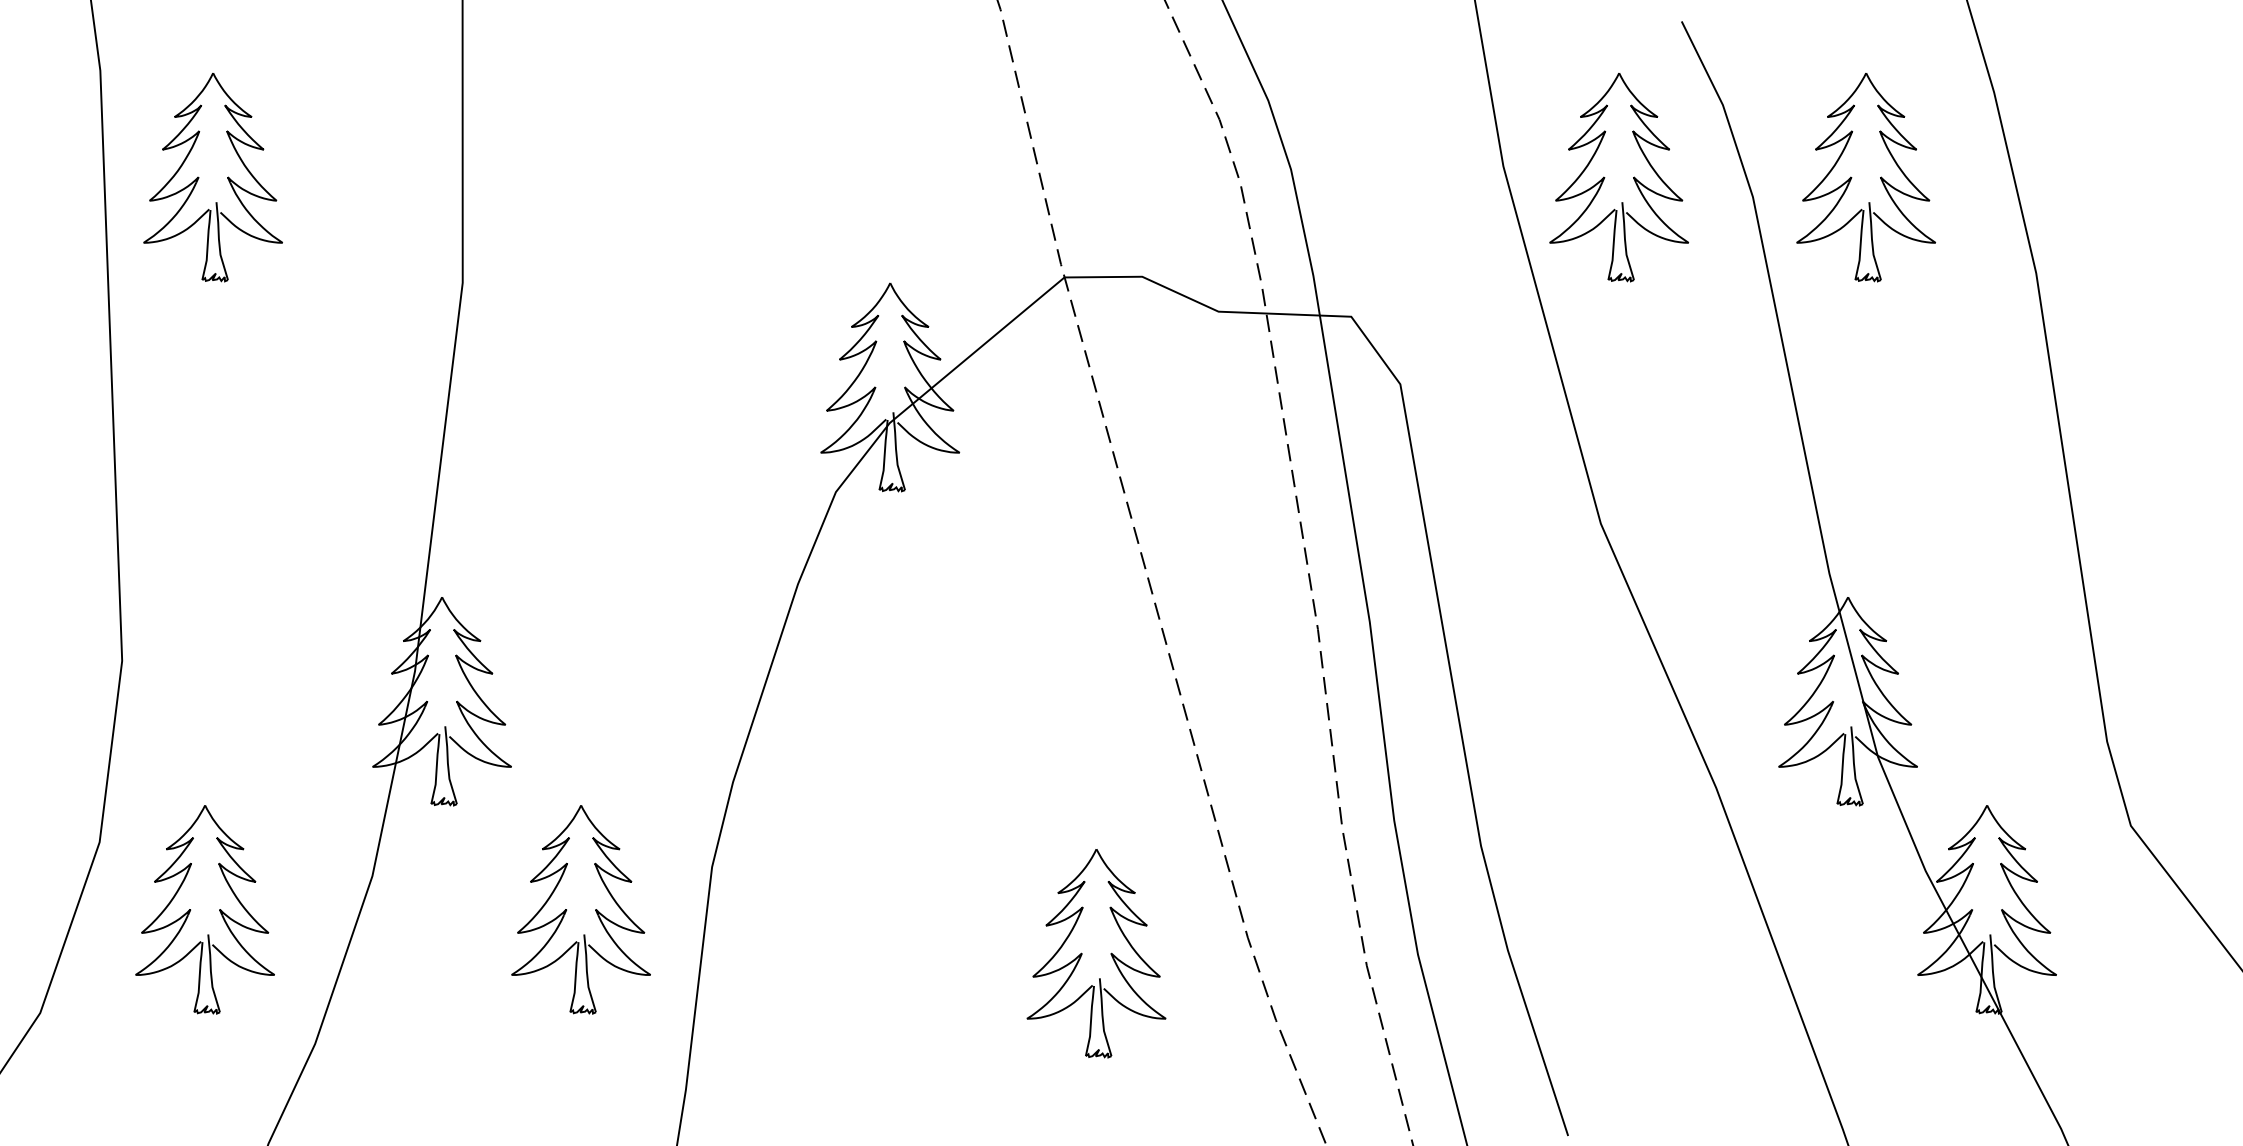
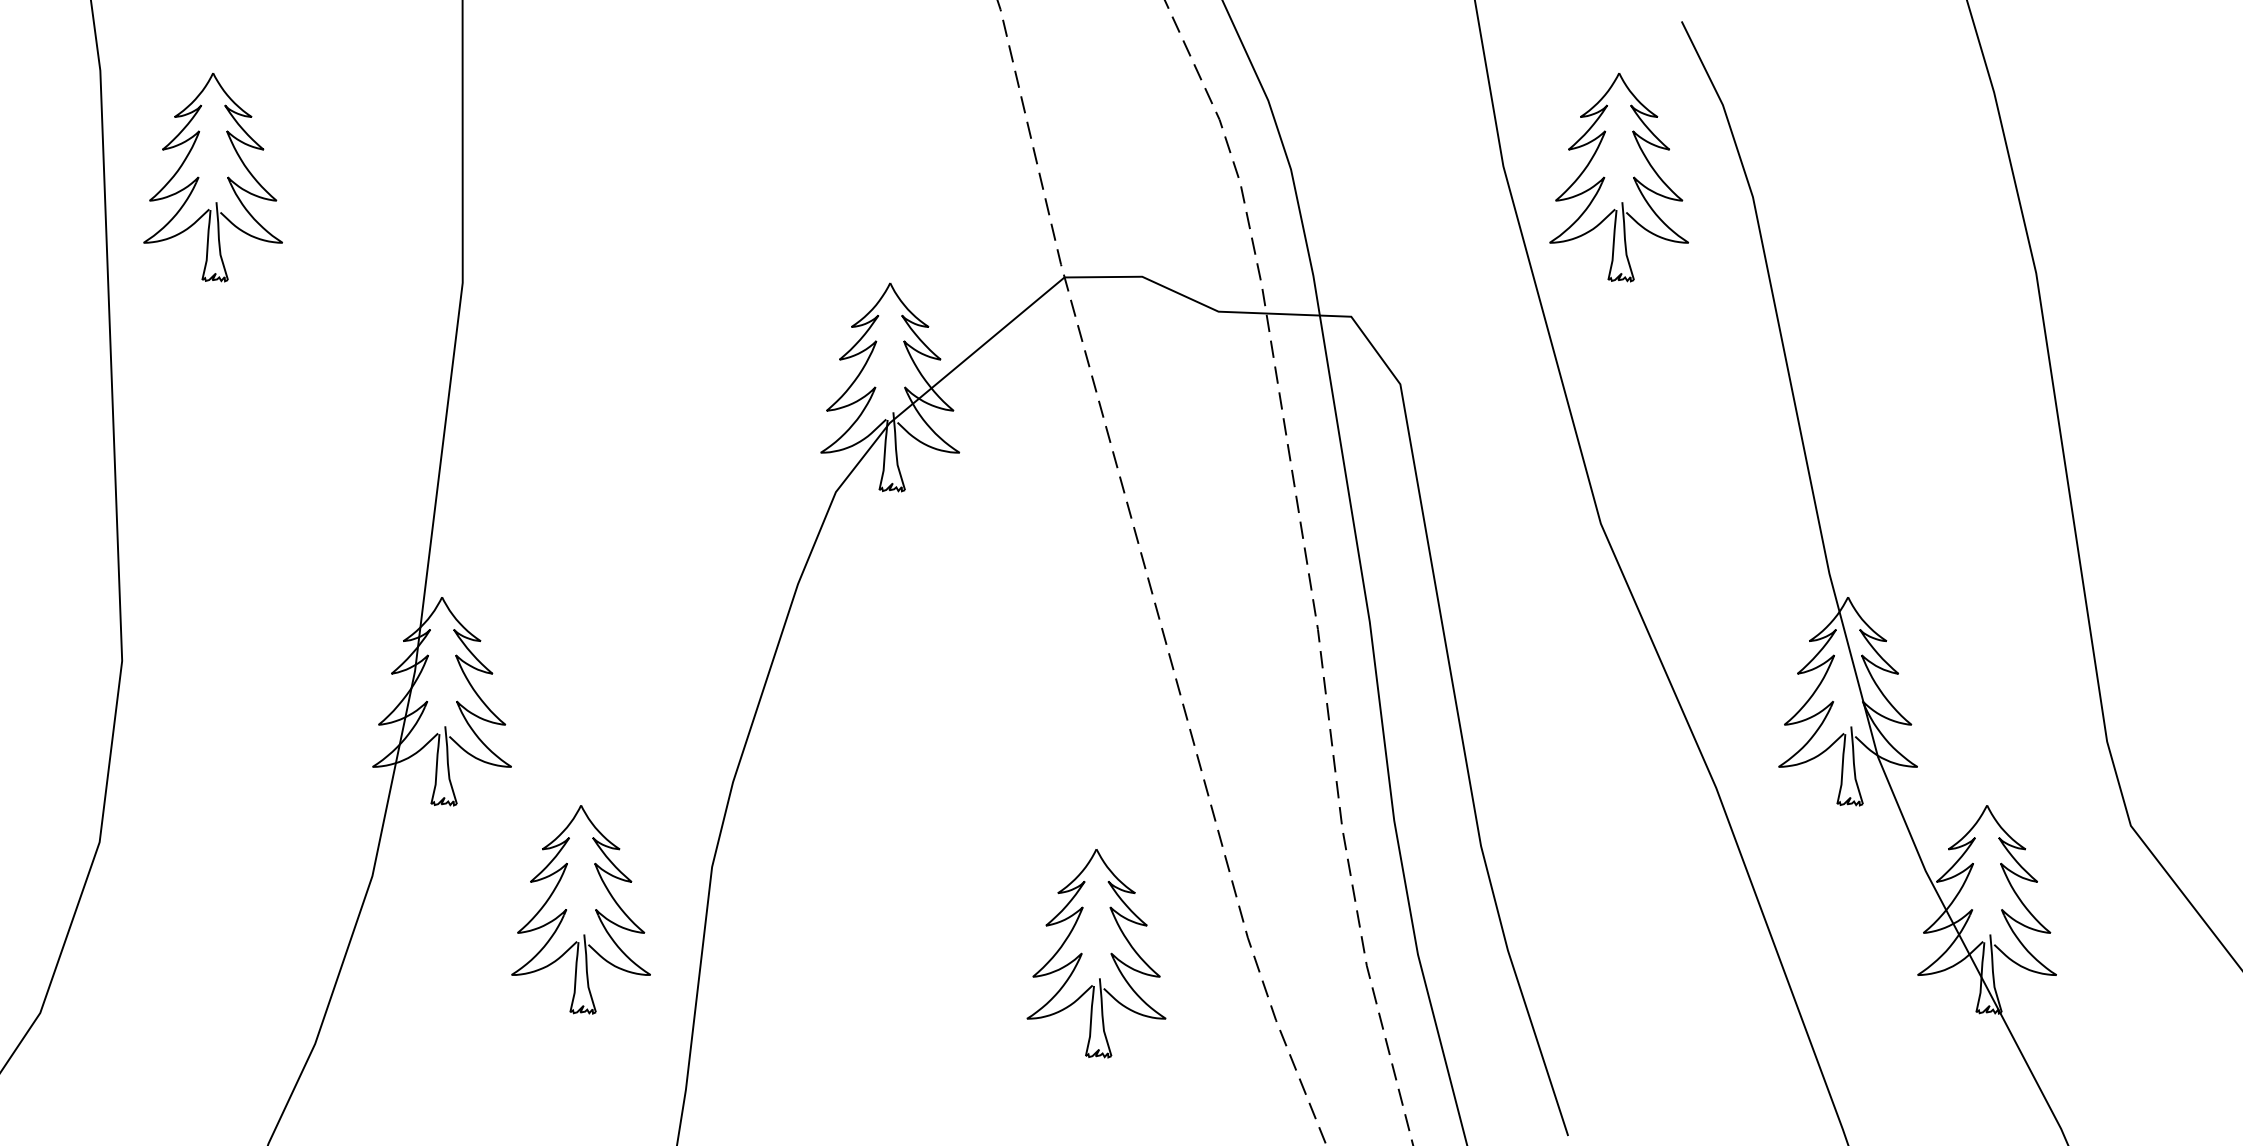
part at (1852, 177): present -> none
part at (191, 910): present -> none
